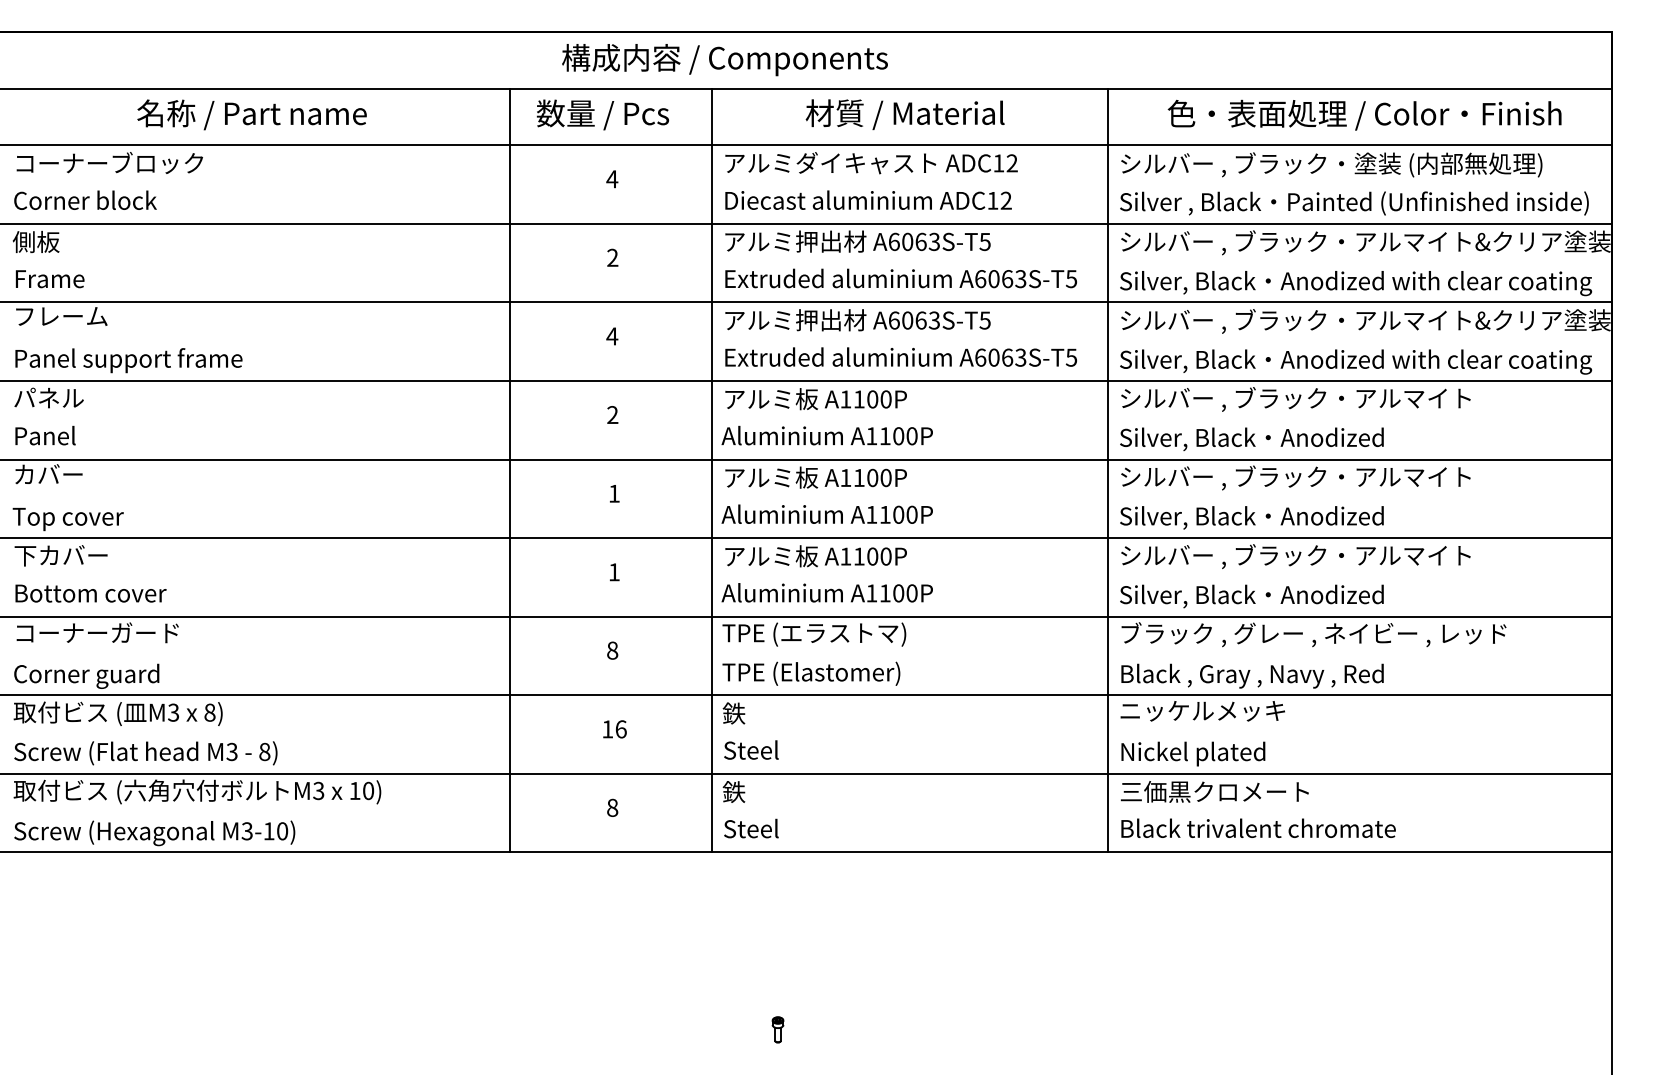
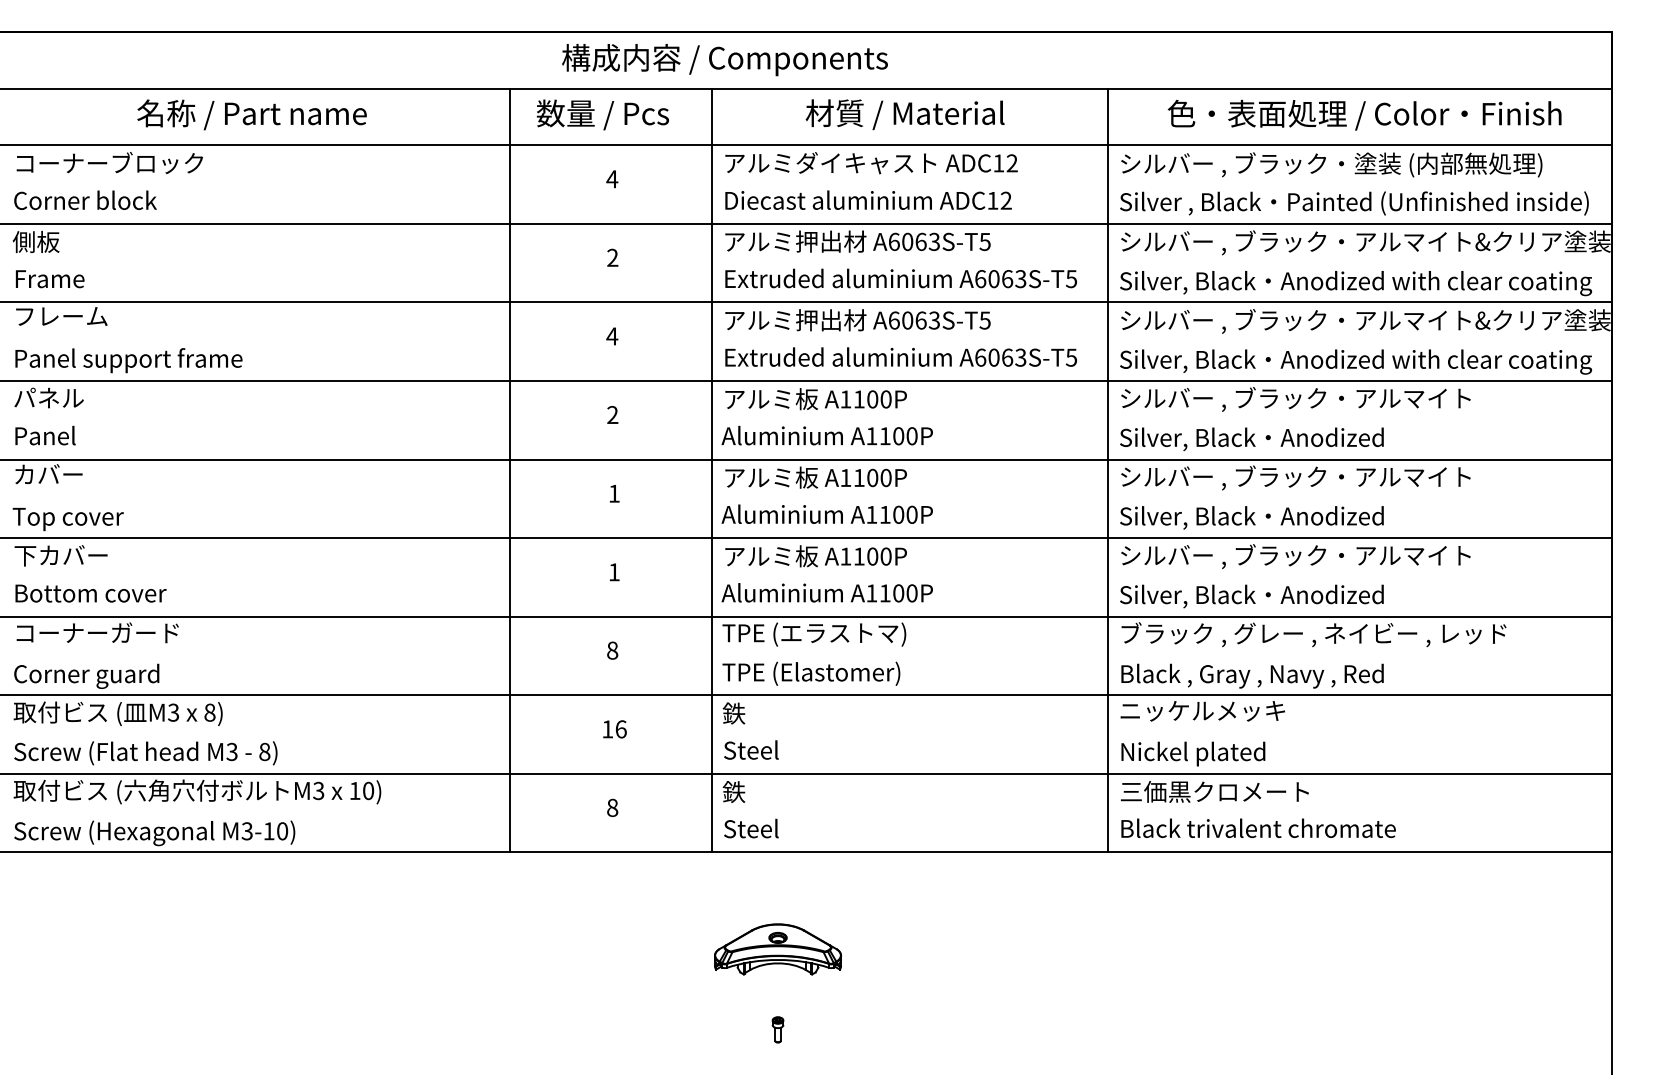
part at (777, 949): none -> present
